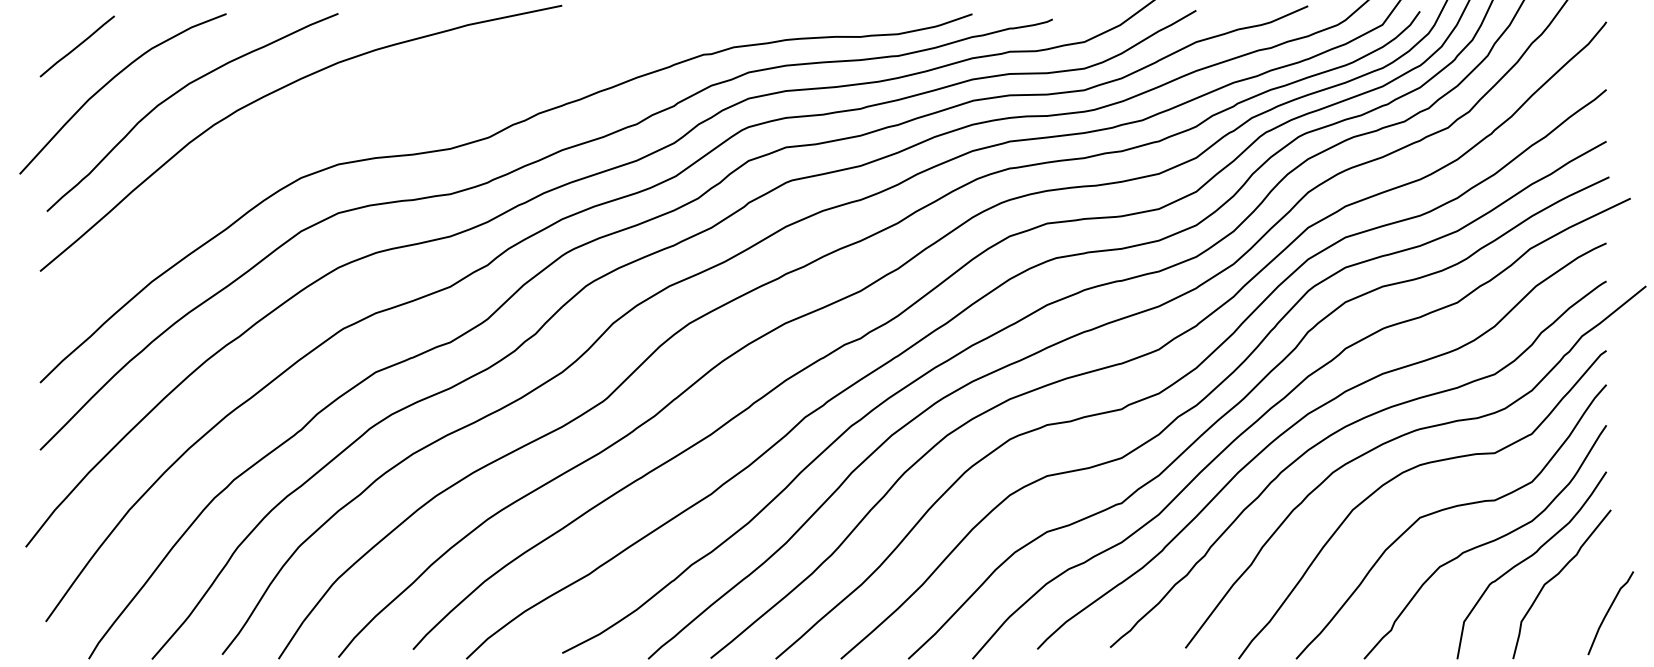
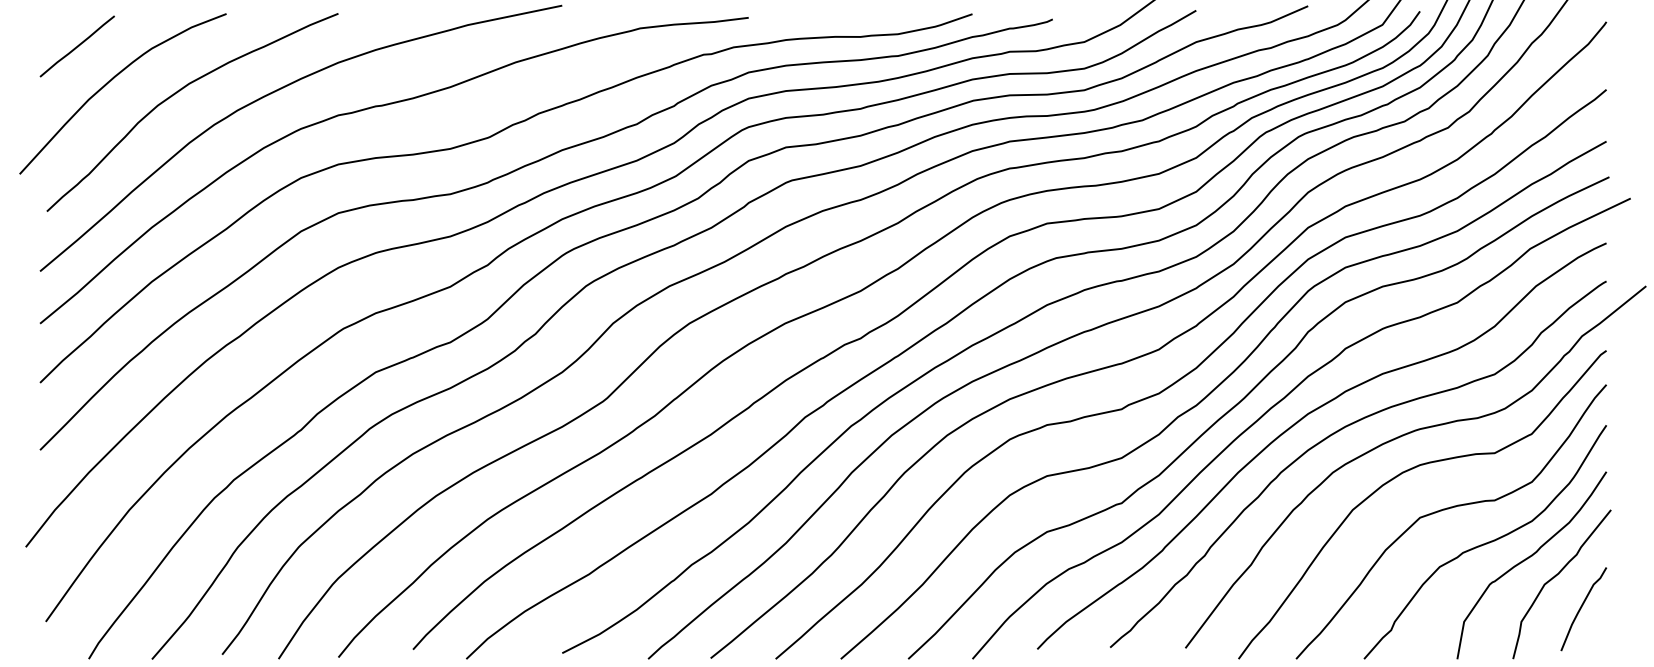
curve at (383, 106): none -> present
curve at (1609, 611) position: (1609, 611) -> (1582, 607)
